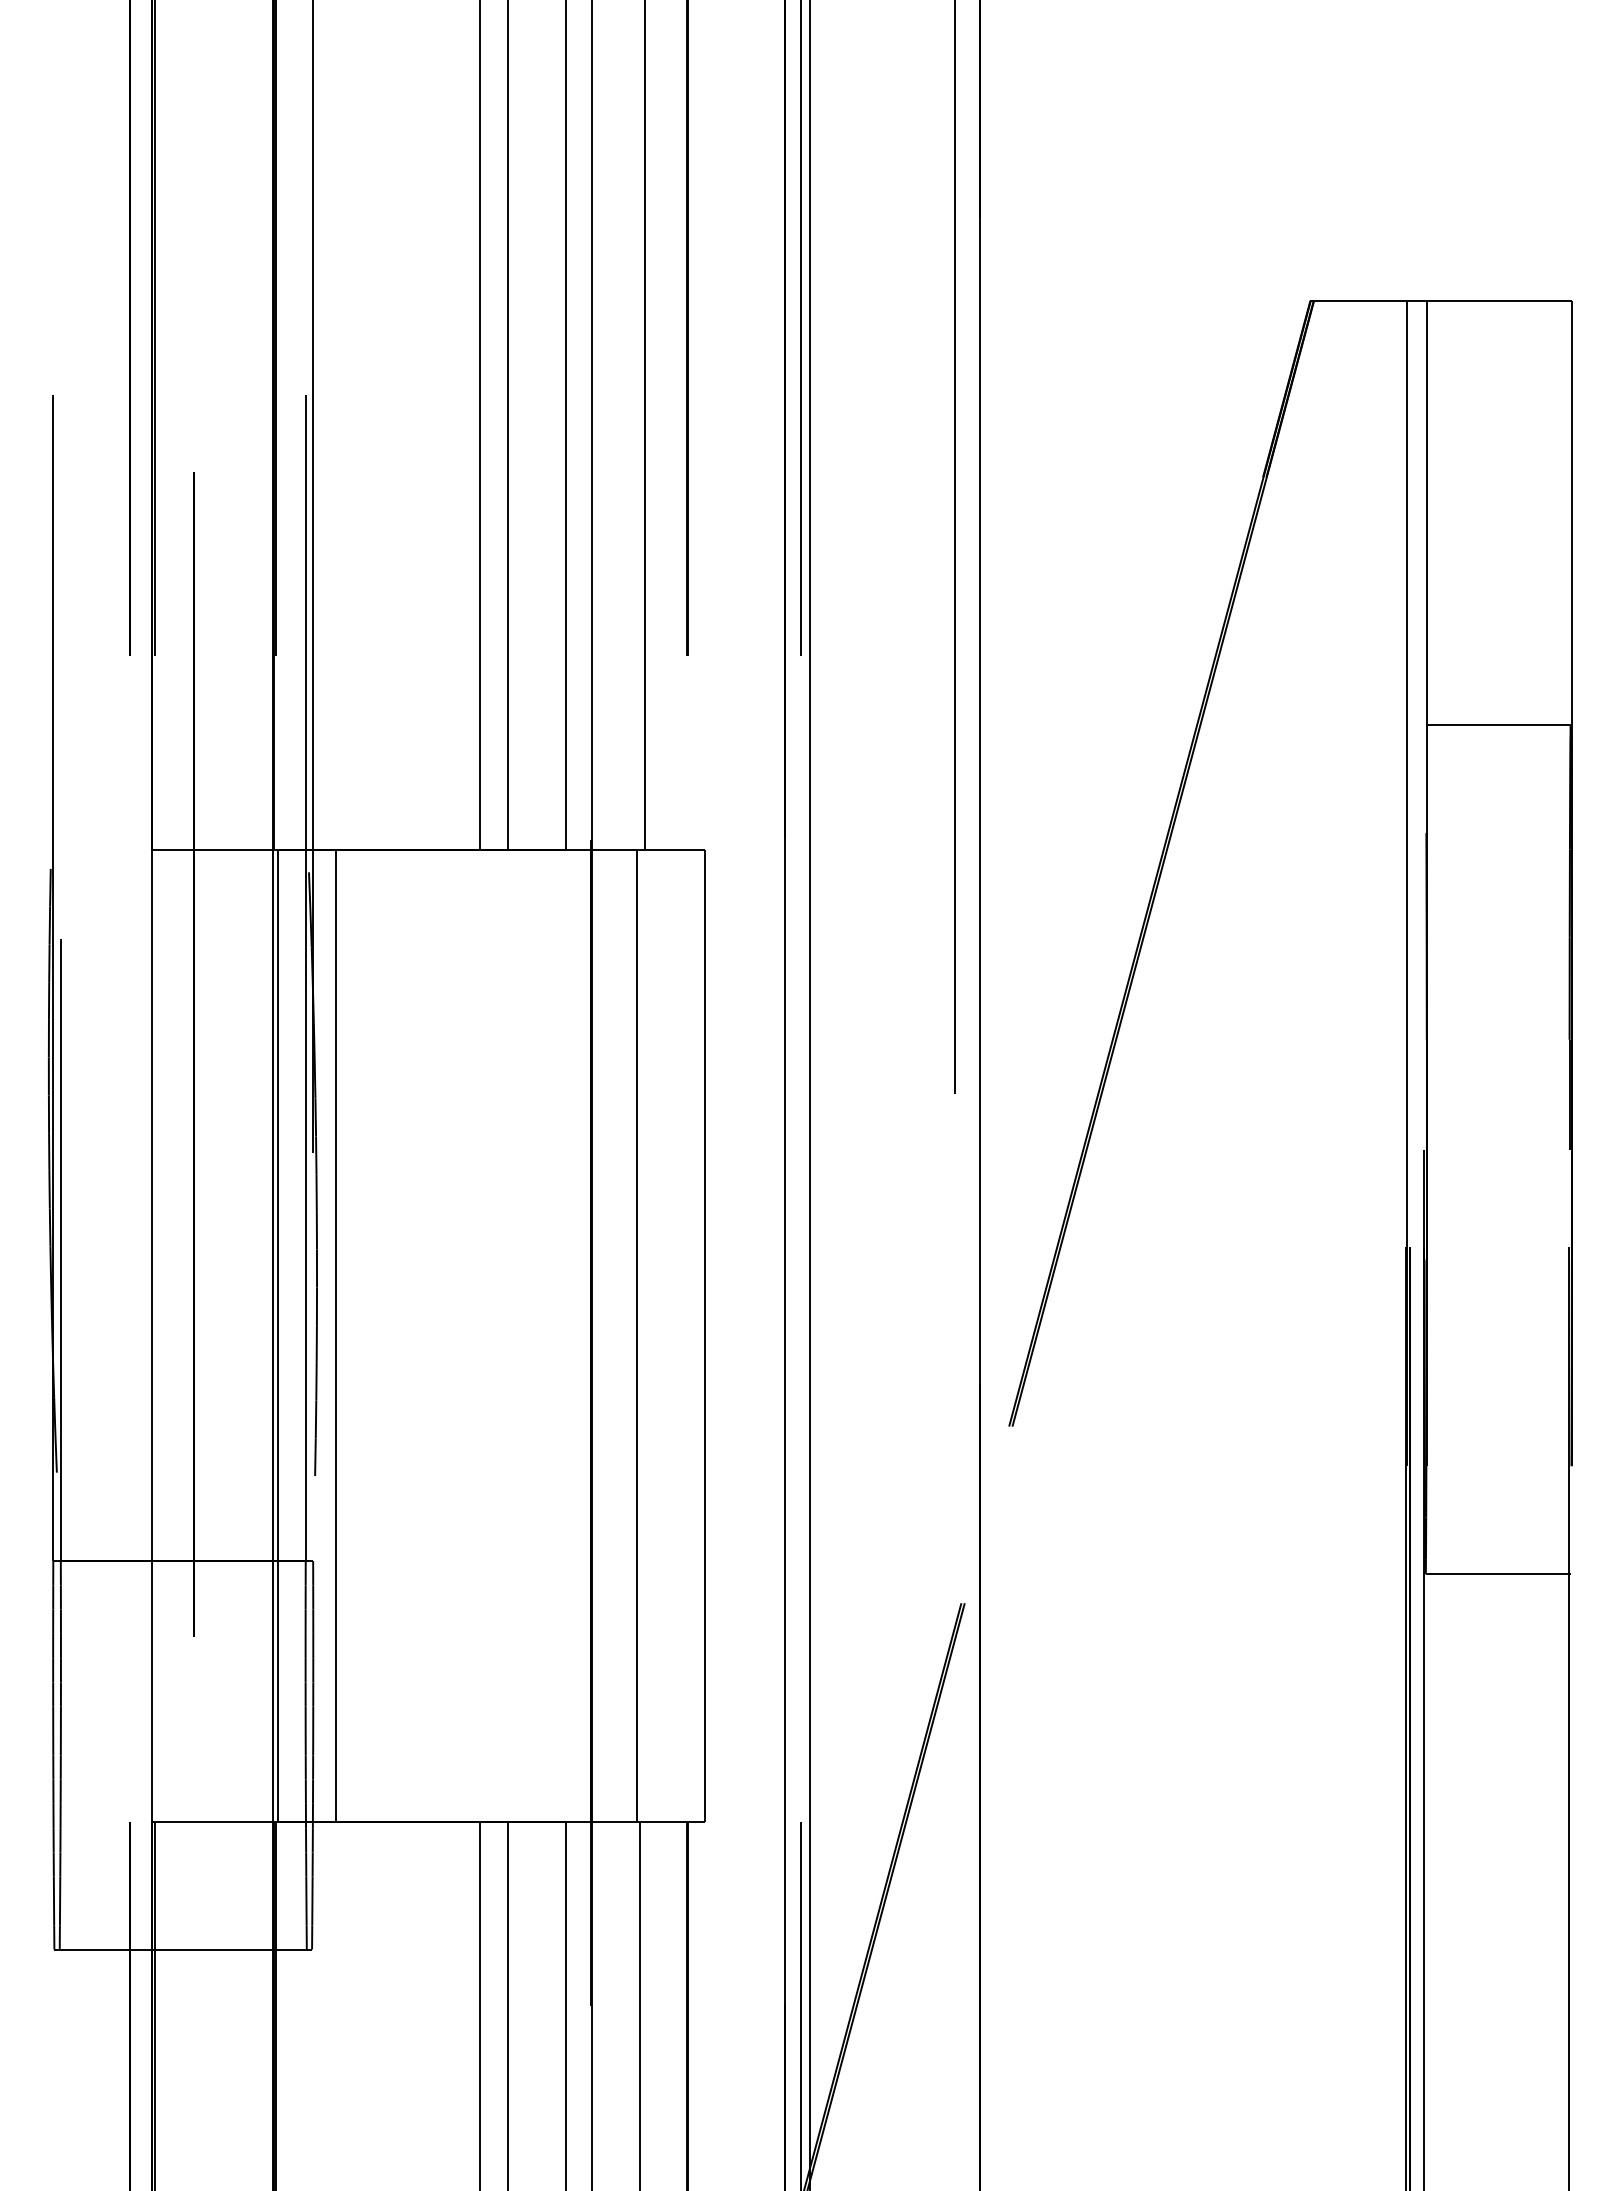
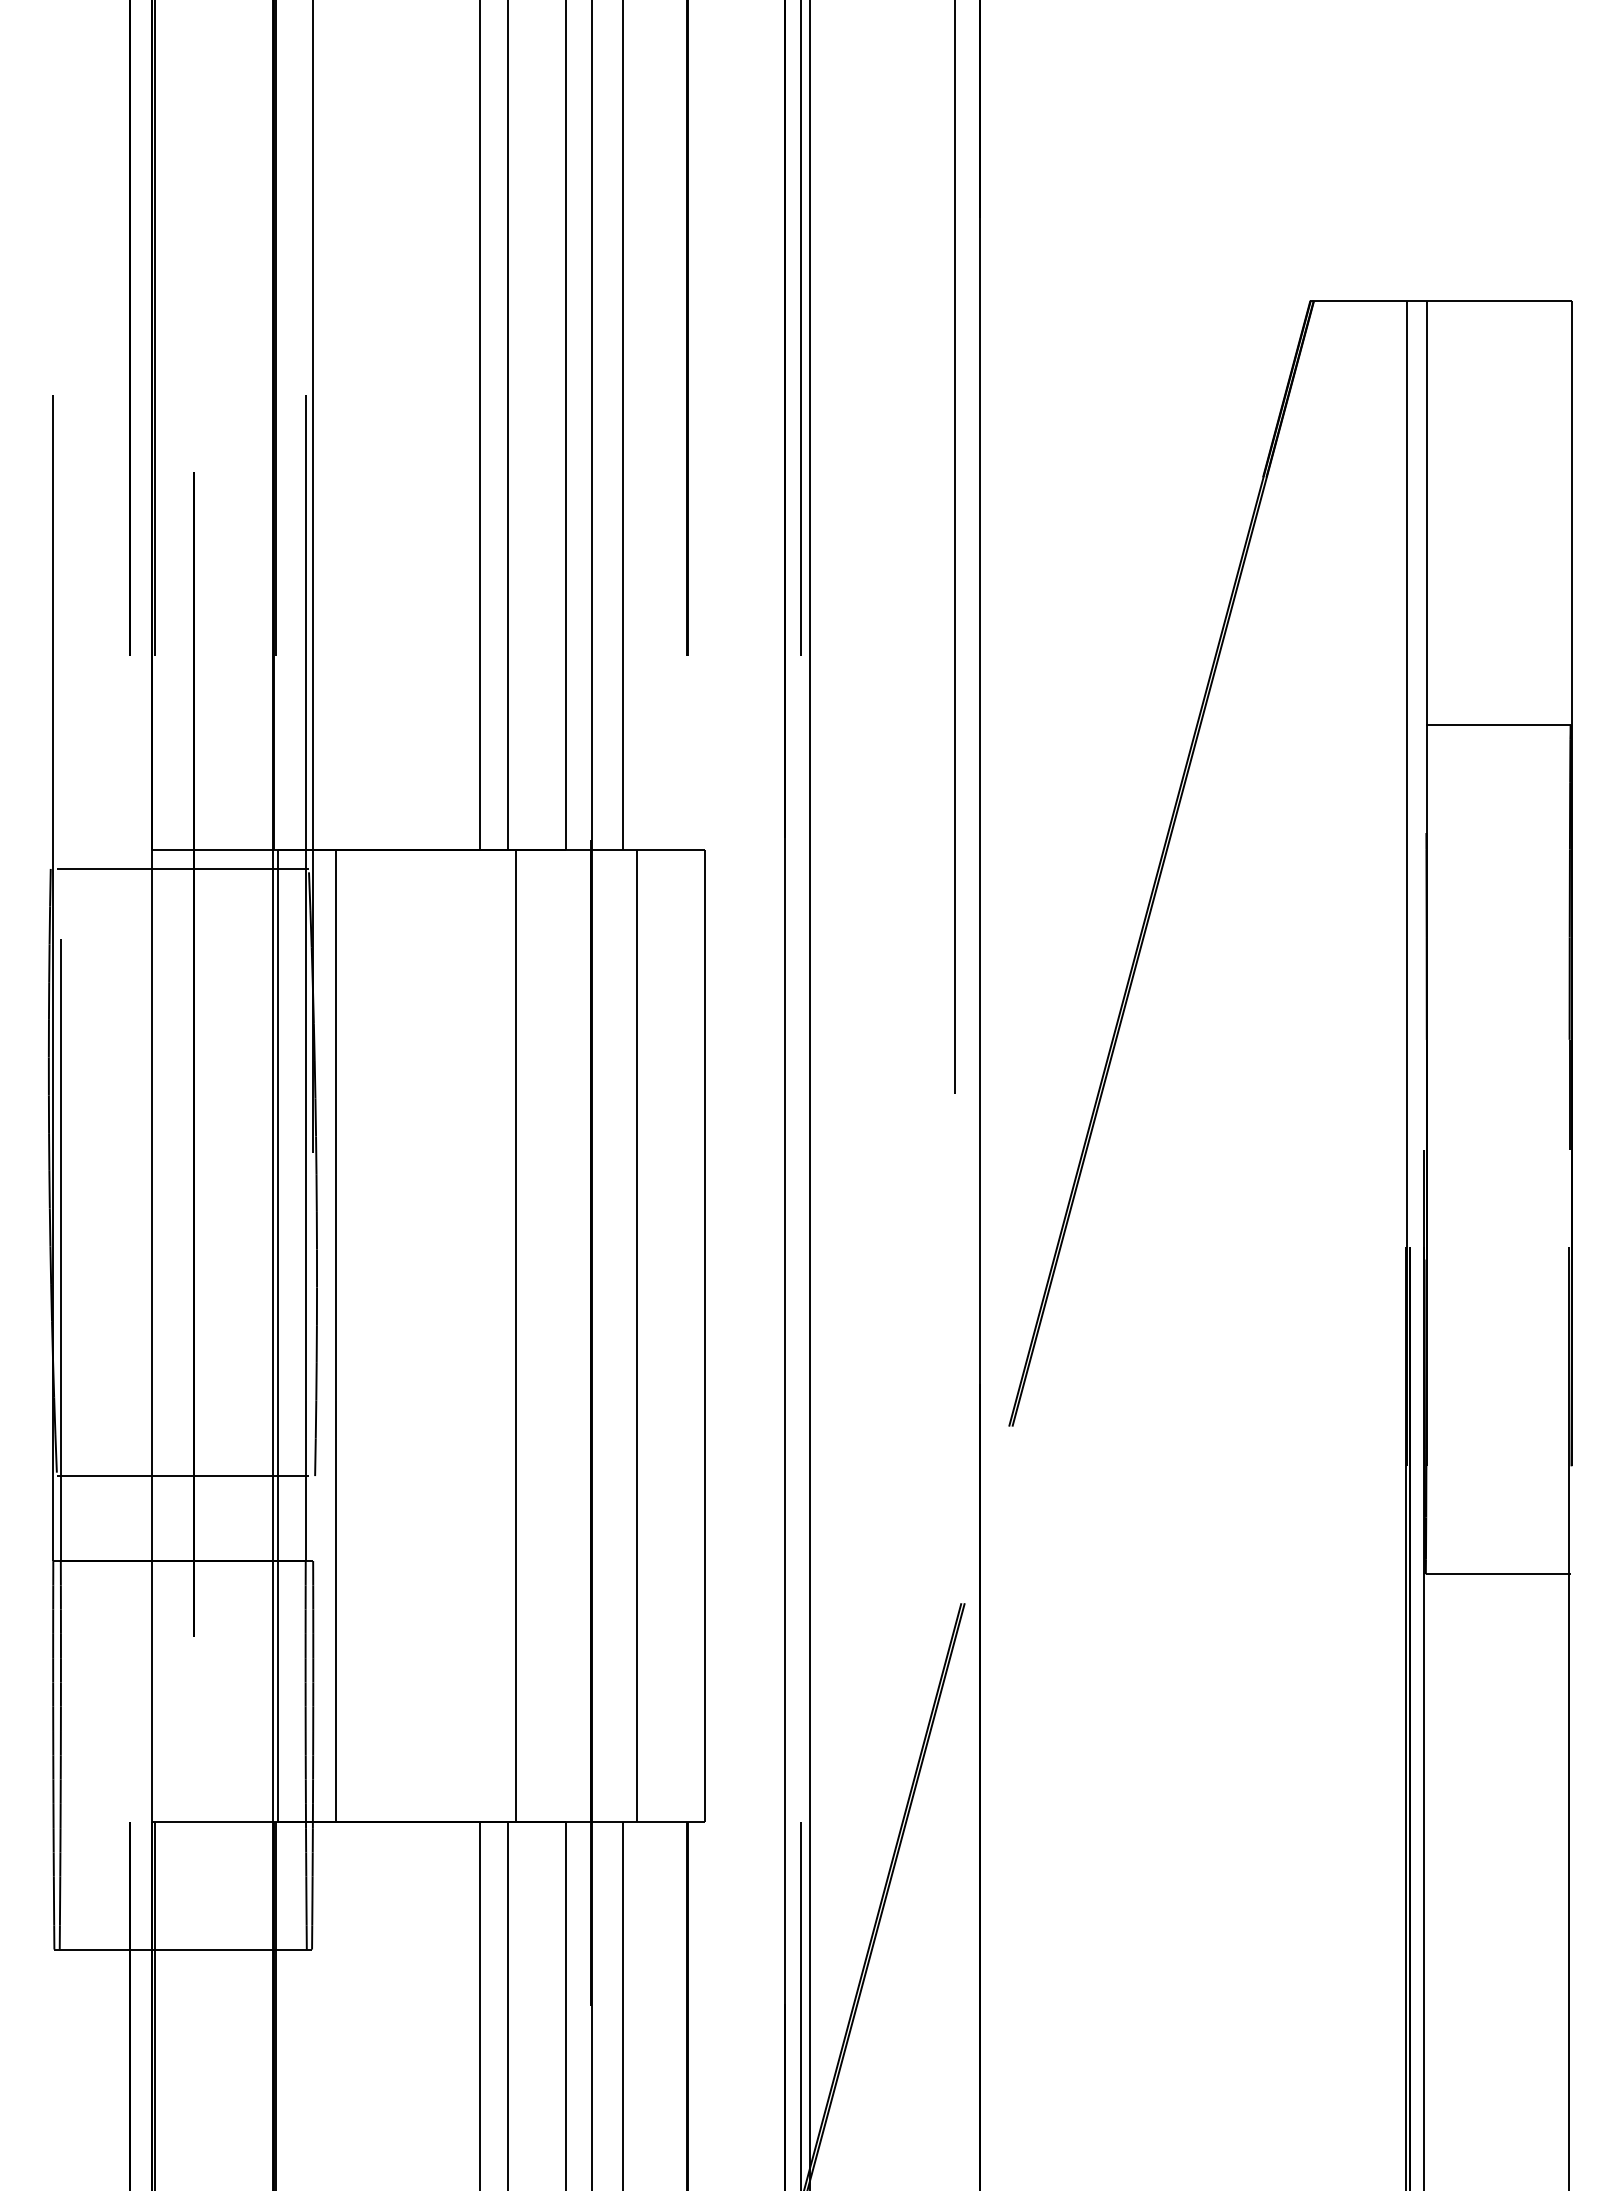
line at (644, 426) position: (644, 426) -> (622, 426)
line at (182, 869): none -> present
line at (515, 1335): none -> present
line at (182, 1476): none -> present
line at (639, 2004) position: (639, 2004) -> (622, 2004)
